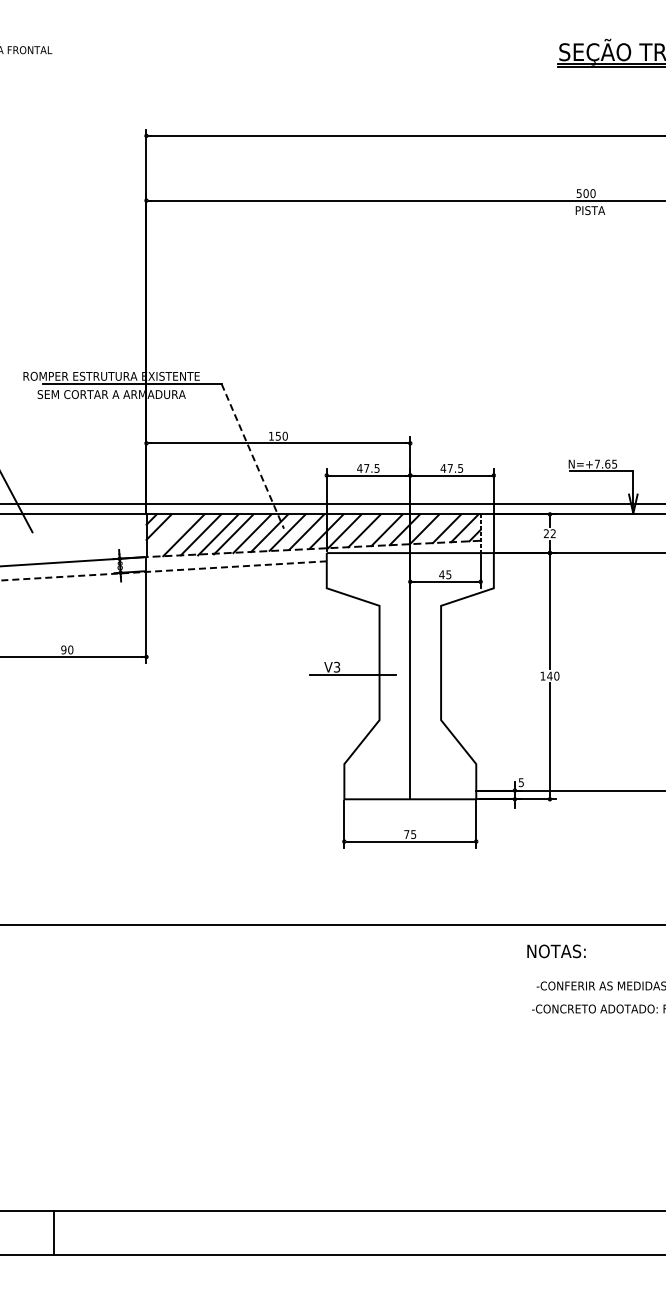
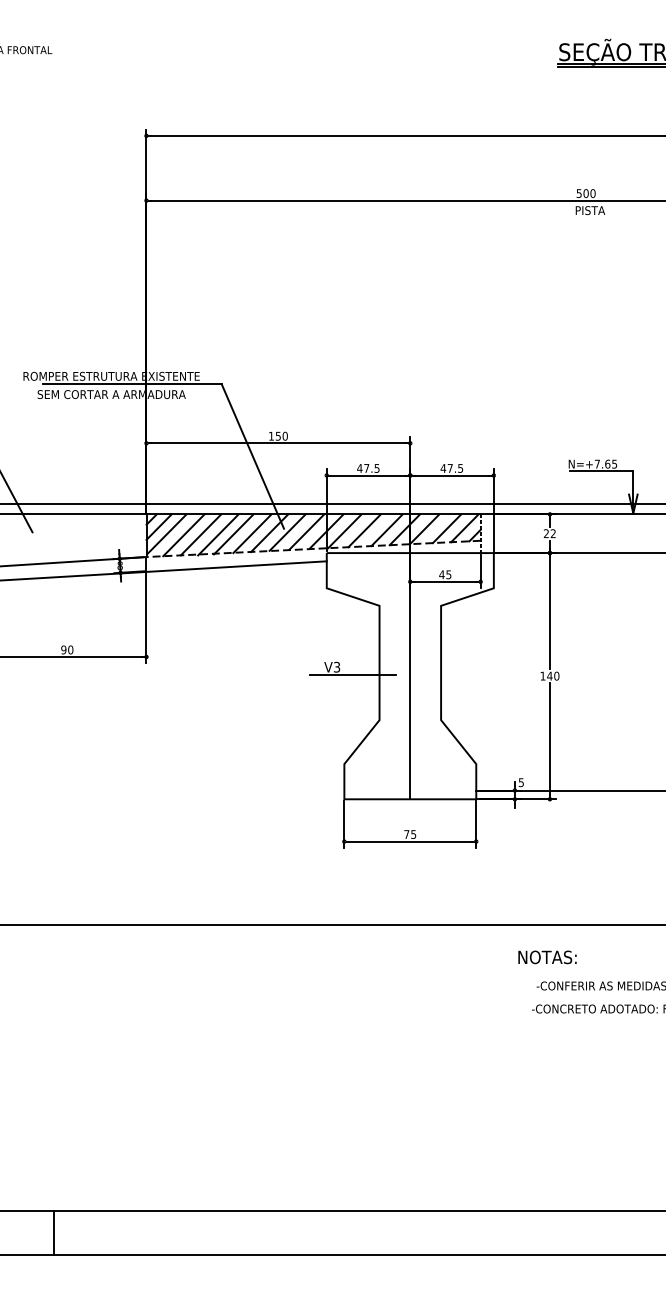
line at (252, 456): dashed -> solid
line at (166, 534): none -> present
line at (163, 570): dashed -> solid
text at (556, 951) position: (556, 951) -> (547, 957)
